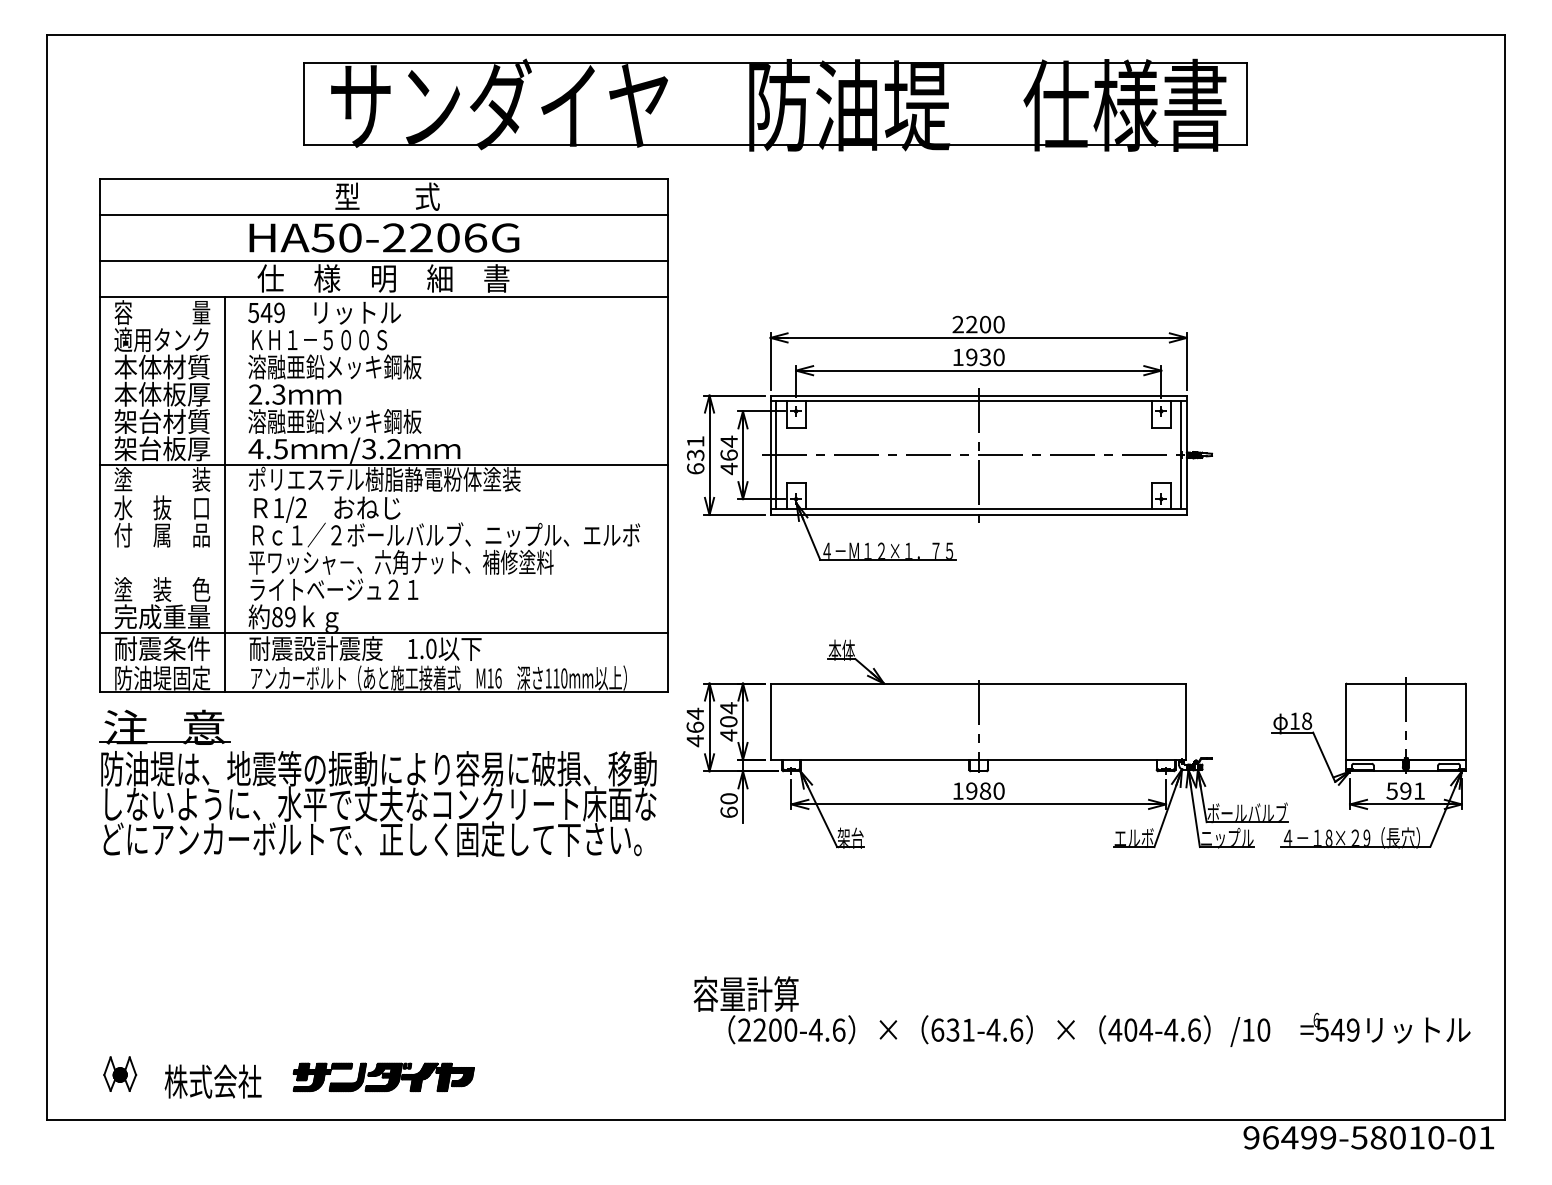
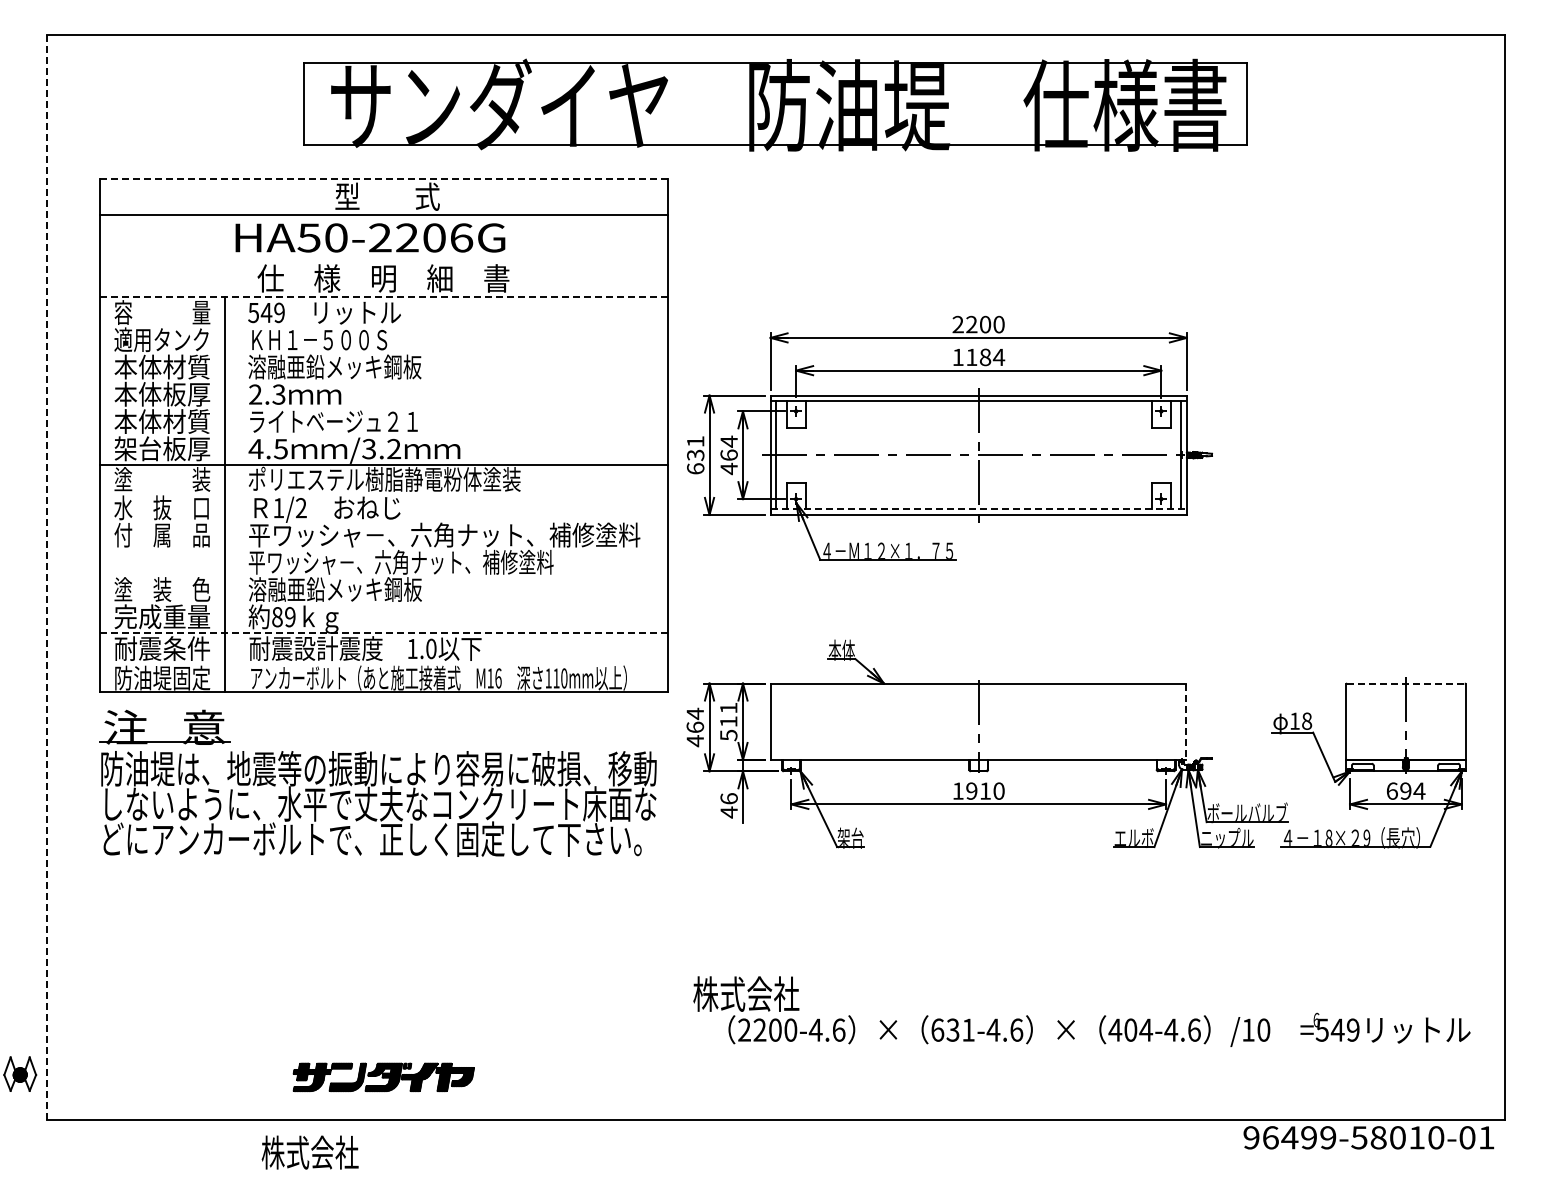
line at (383, 178): solid -> dashed
text at (384, 237) position: (384, 237) -> (370, 237)
line at (383, 260): present -> none
line at (383, 297): solid -> dashed
text at (985, 357): 1930 -> 1184
text at (137, 421): 架台材質 -> 本体材質
text at (334, 421): 溶融亜鉛メッキ鋼板 -> ライトベージュ２１
line at (978, 509): solid -> dashed
text at (444, 534): Ｒｃ１／２ボールバルブ、ニップル、エルボ -> 平ワッシャ－、六角ナット、補修塗料
line at (46, 577): solid -> dashed
text at (335, 589): ライトベージュ２１ -> 溶融亜鉛メッキ鋼板
line at (383, 633): solid -> dashed
line at (1405, 683): solid -> dashed
text at (728, 721): 404 -> 511
line at (1186, 722): solid -> dashed
text at (985, 790): 1980 -> 1910
text at (1405, 790): 591 -> 694
text at (728, 805): 60 -> 46
text at (746, 993): 容量計算 -> 株式会社
part at (120, 1073) position: (120, 1073) -> (20, 1073)
text at (212, 1081) position: (212, 1081) -> (309, 1152)
